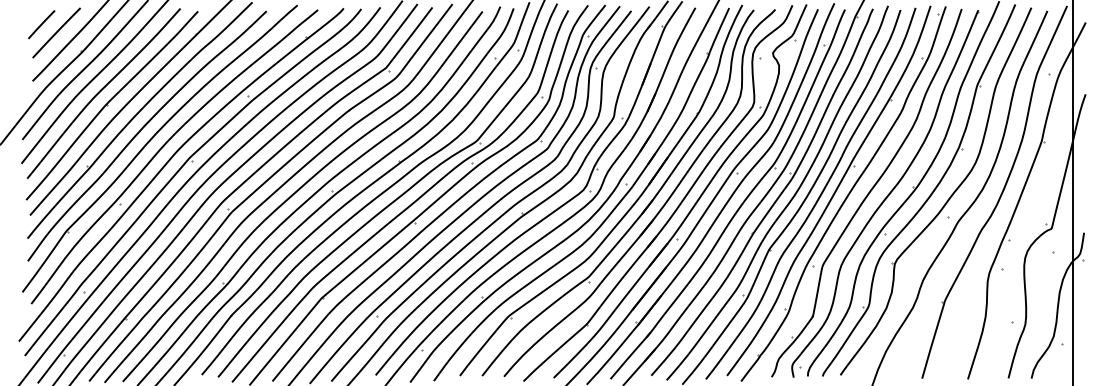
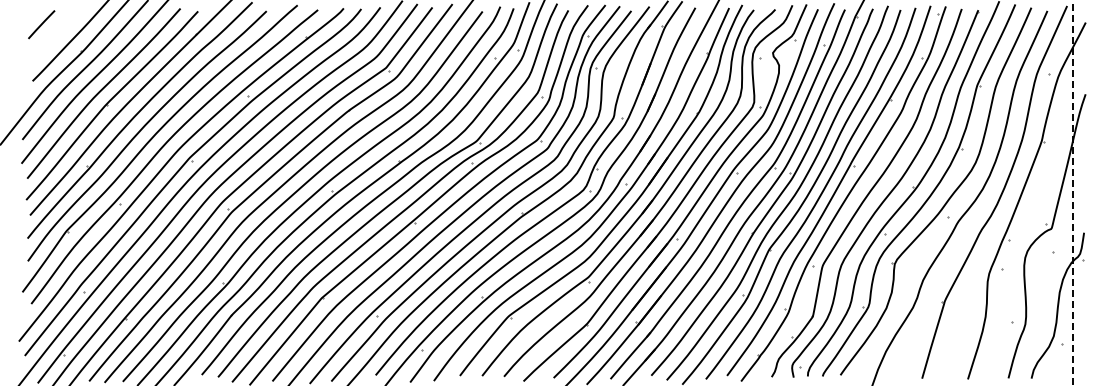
line at (56, 32): present -> none
line at (1072, 192): solid -> dashed
